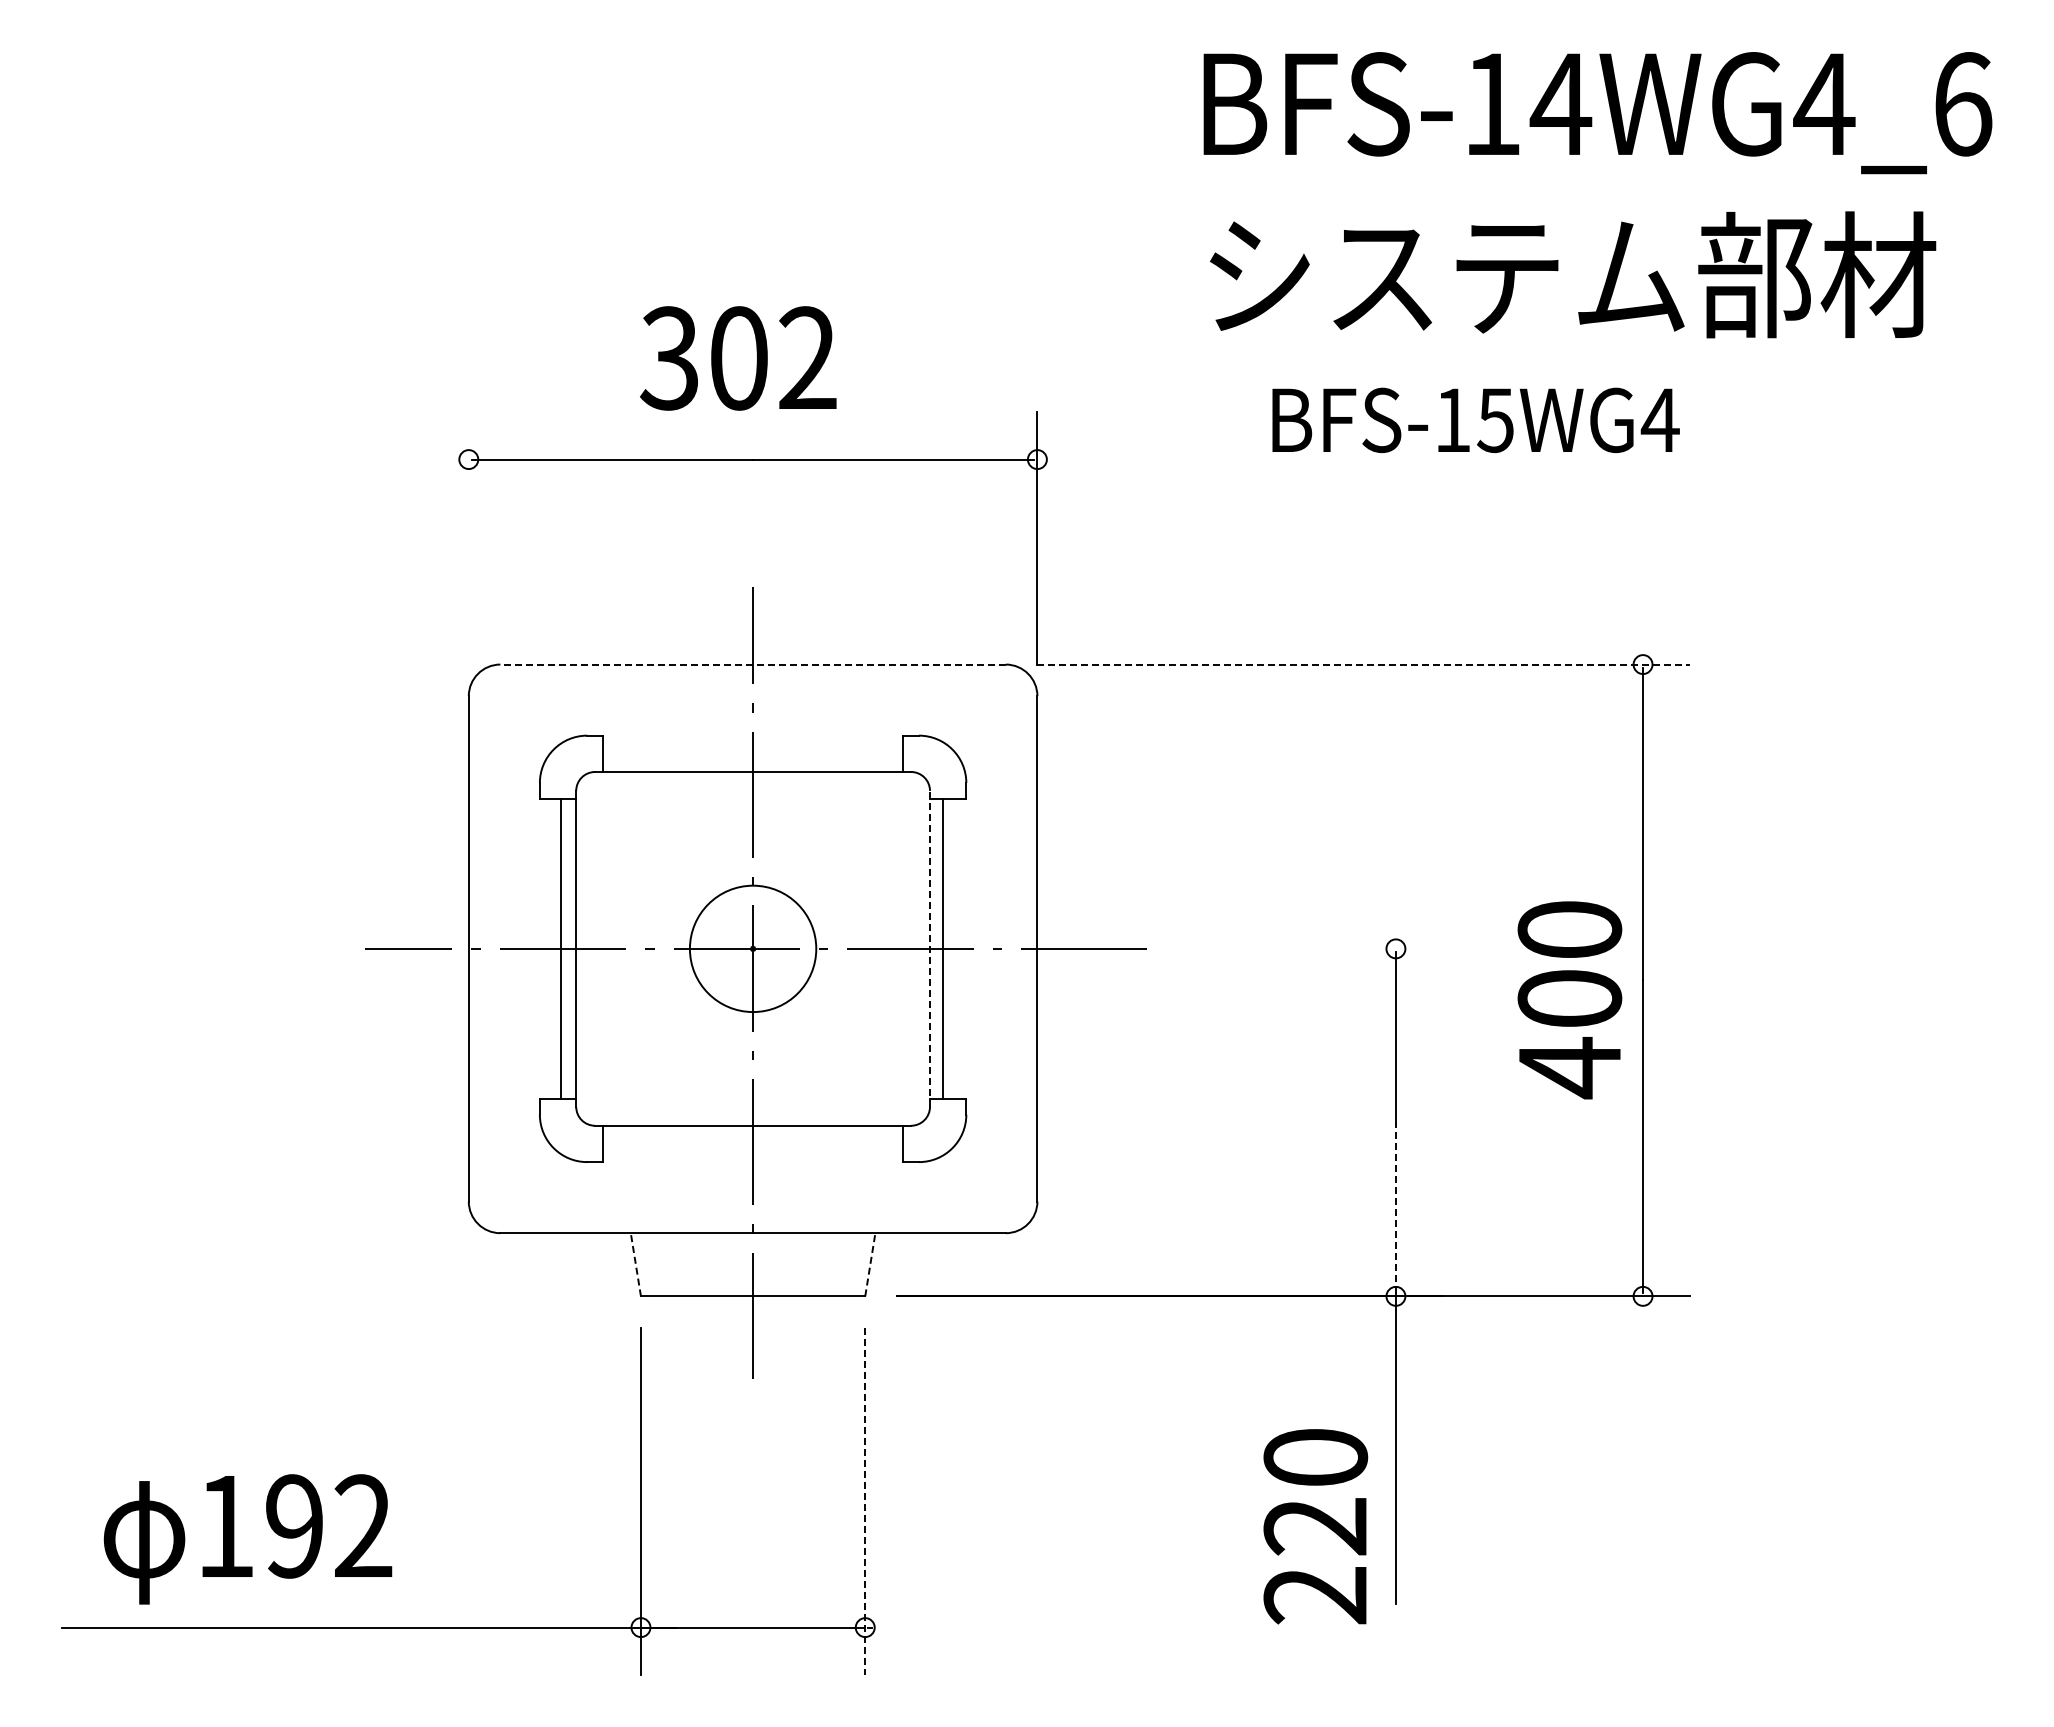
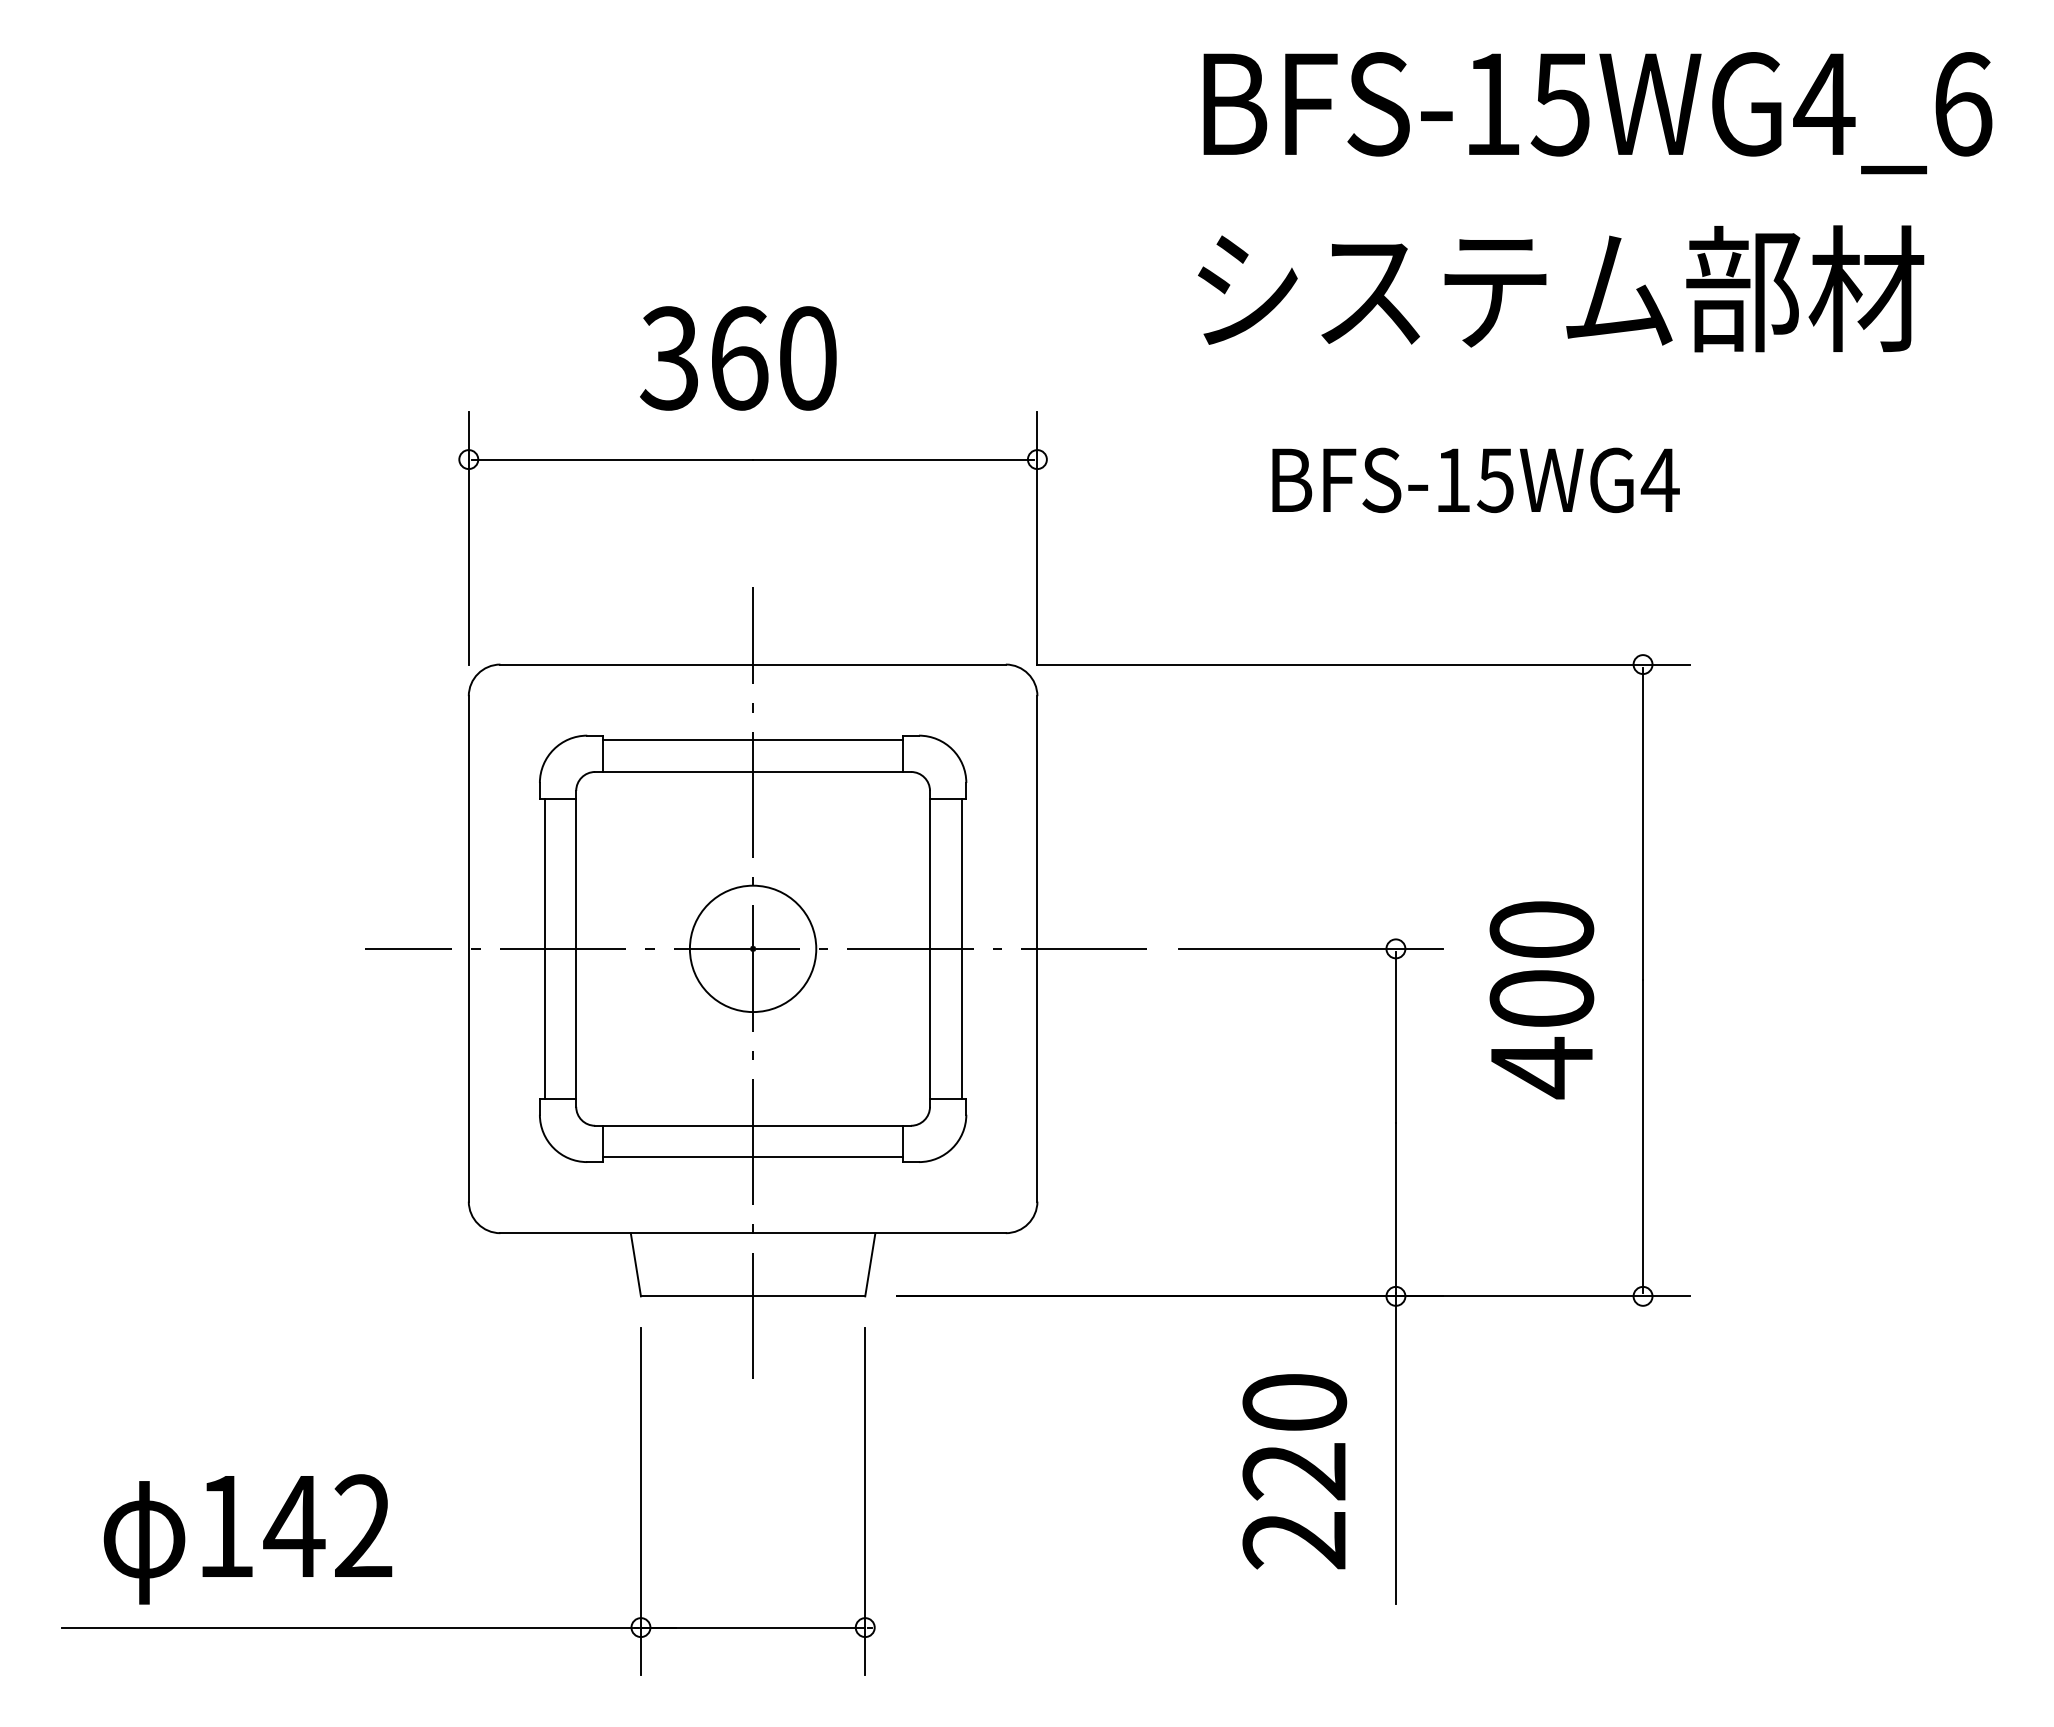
text at (1560, 104): BFS-14WG4_6 -> BFS-15WG4_6
text at (1573, 274) position: (1573, 274) -> (1561, 288)
text at (773, 358): 302 -> 360
text at (1475, 420) position: (1475, 420) -> (1475, 480)
line at (468, 538): none -> present
line at (753, 664): dashed -> solid
line at (1363, 664): dashed -> solid
line at (753, 740): none -> present
line at (560, 948) position: (560, 948) -> (544, 948)
line at (930, 948): dashed -> solid
line at (942, 948) position: (942, 948) -> (961, 948)
line at (1310, 948): none -> present
text at (1569, 1000) position: (1569, 1000) -> (1541, 1000)
line at (753, 1157): none -> present
line at (1395, 1207): dashed -> solid
line at (635, 1264): dashed -> solid
line at (870, 1264): dashed -> solid
line at (865, 1501): dashed -> solid
text at (294, 1526): 192 -> 142
text at (1315, 1526) position: (1315, 1526) -> (1294, 1471)
